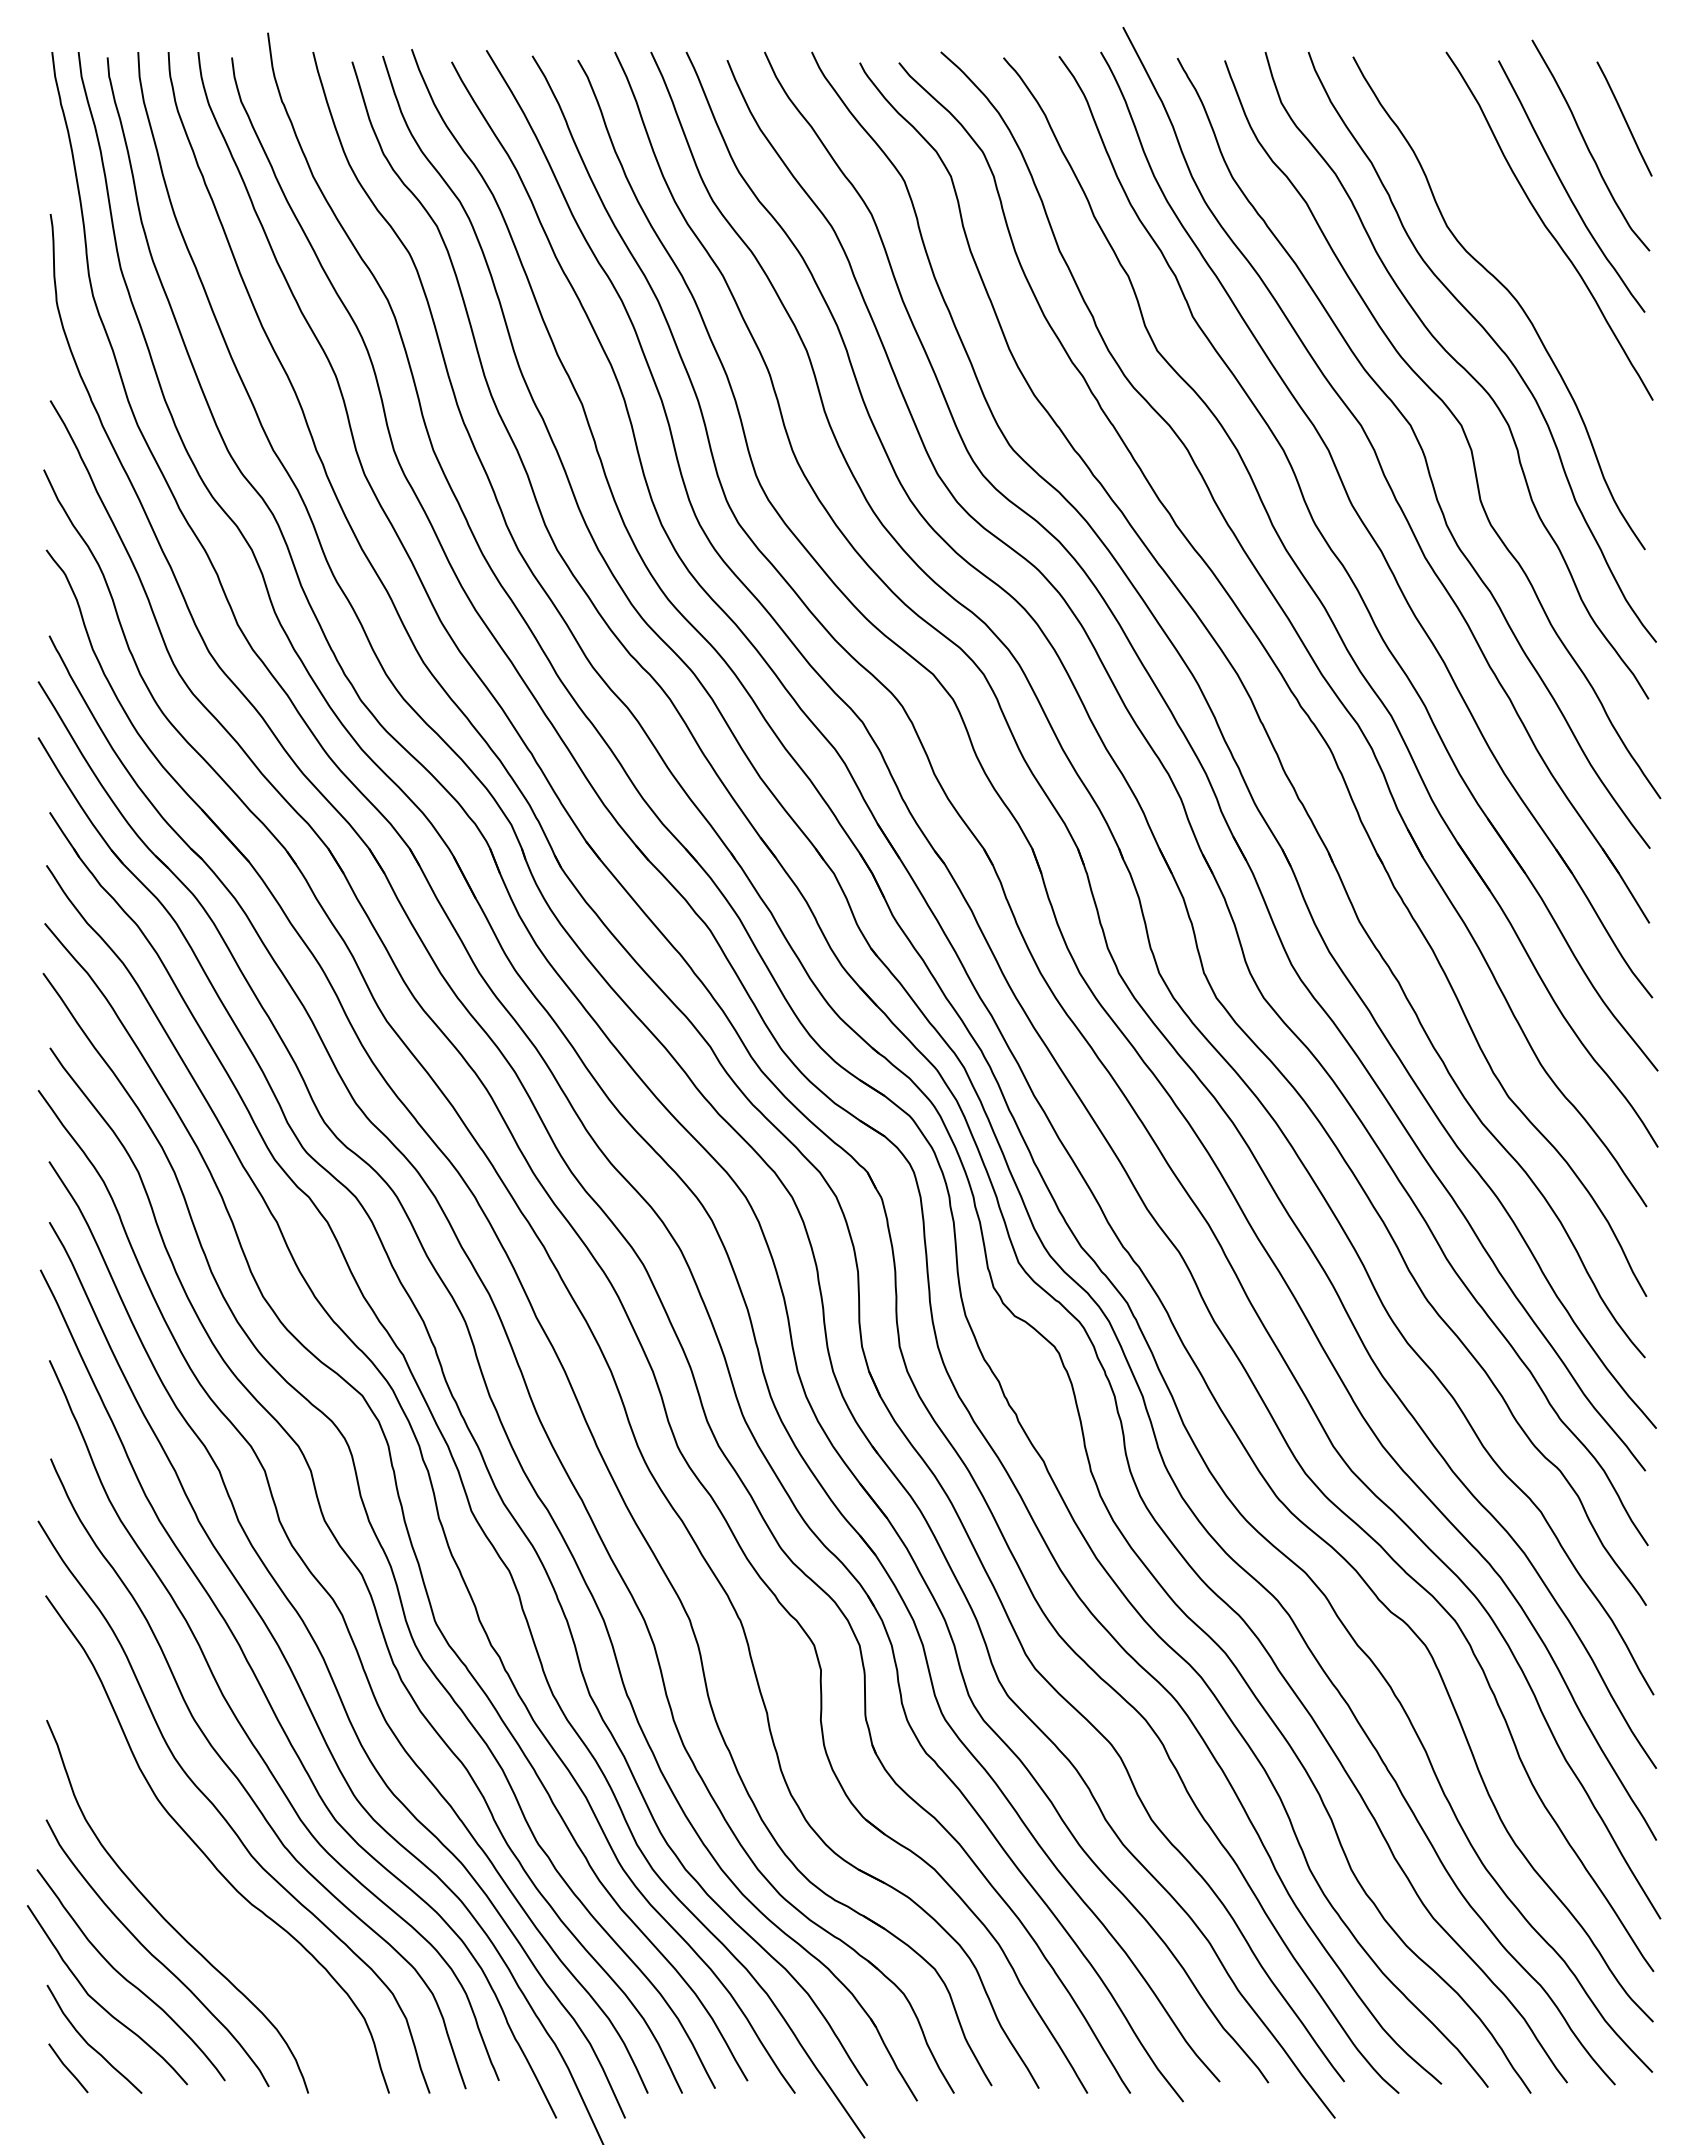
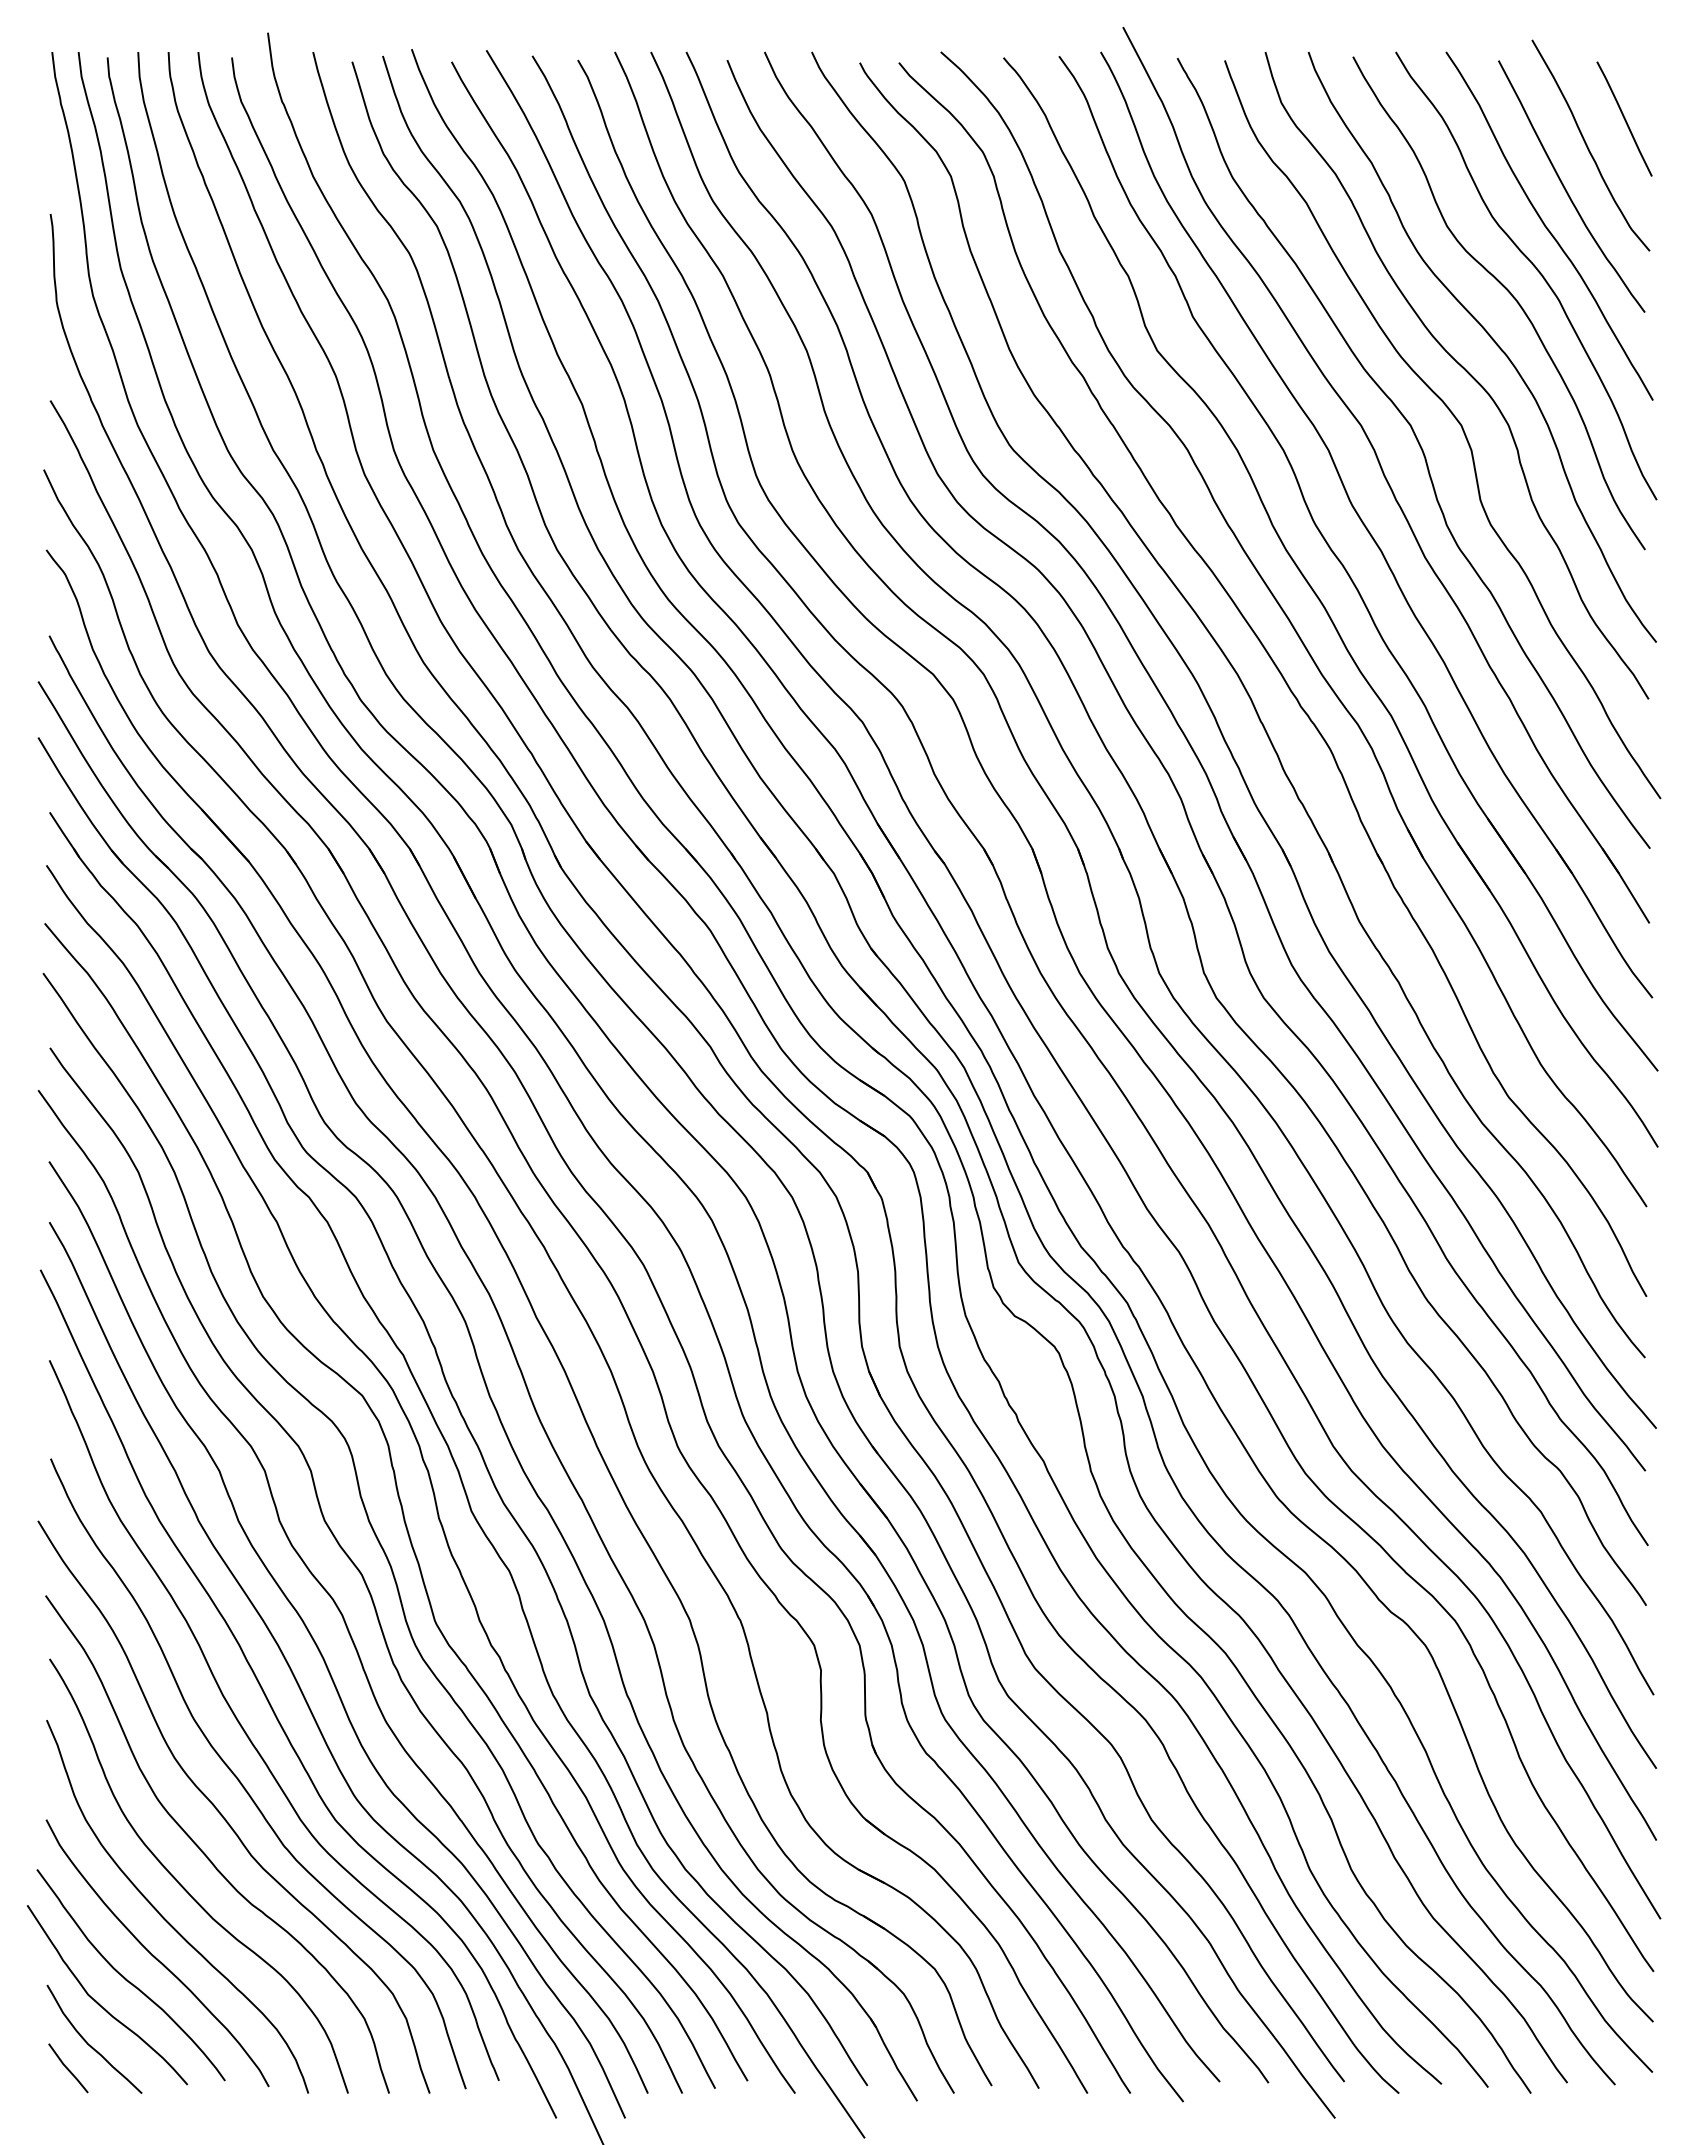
curve at (1536, 270): none -> present
curve at (185, 1888): none -> present
